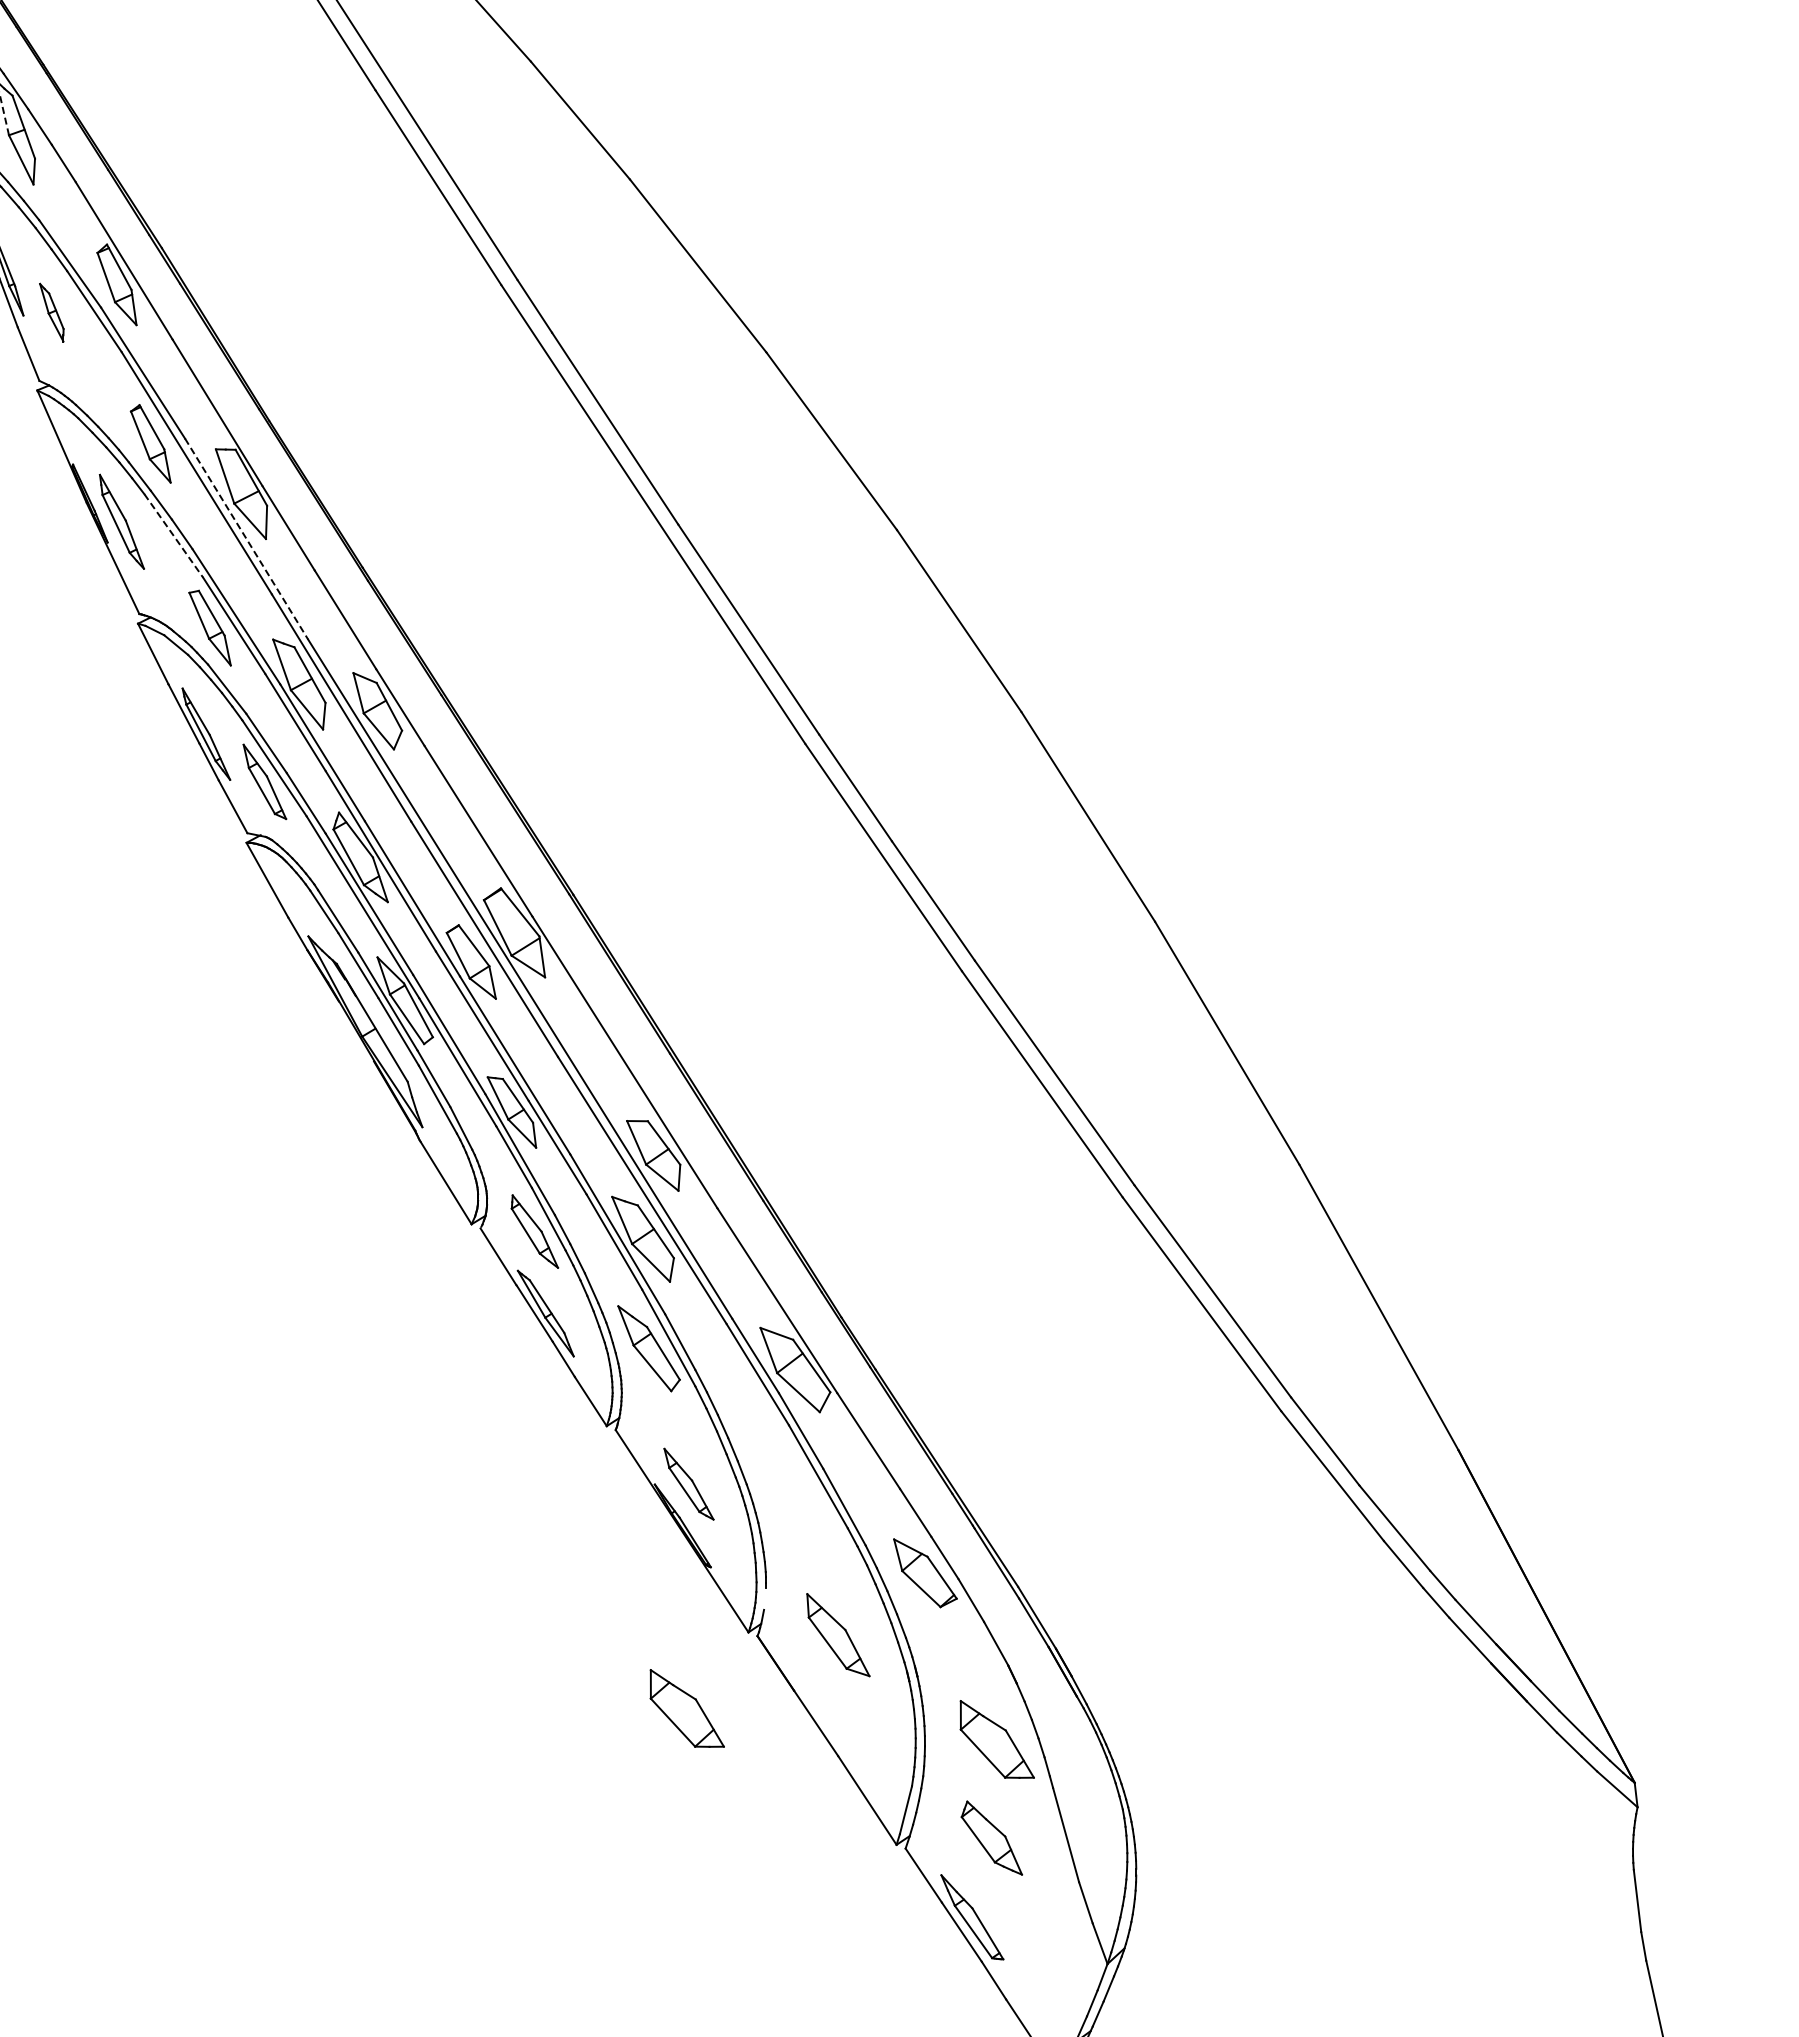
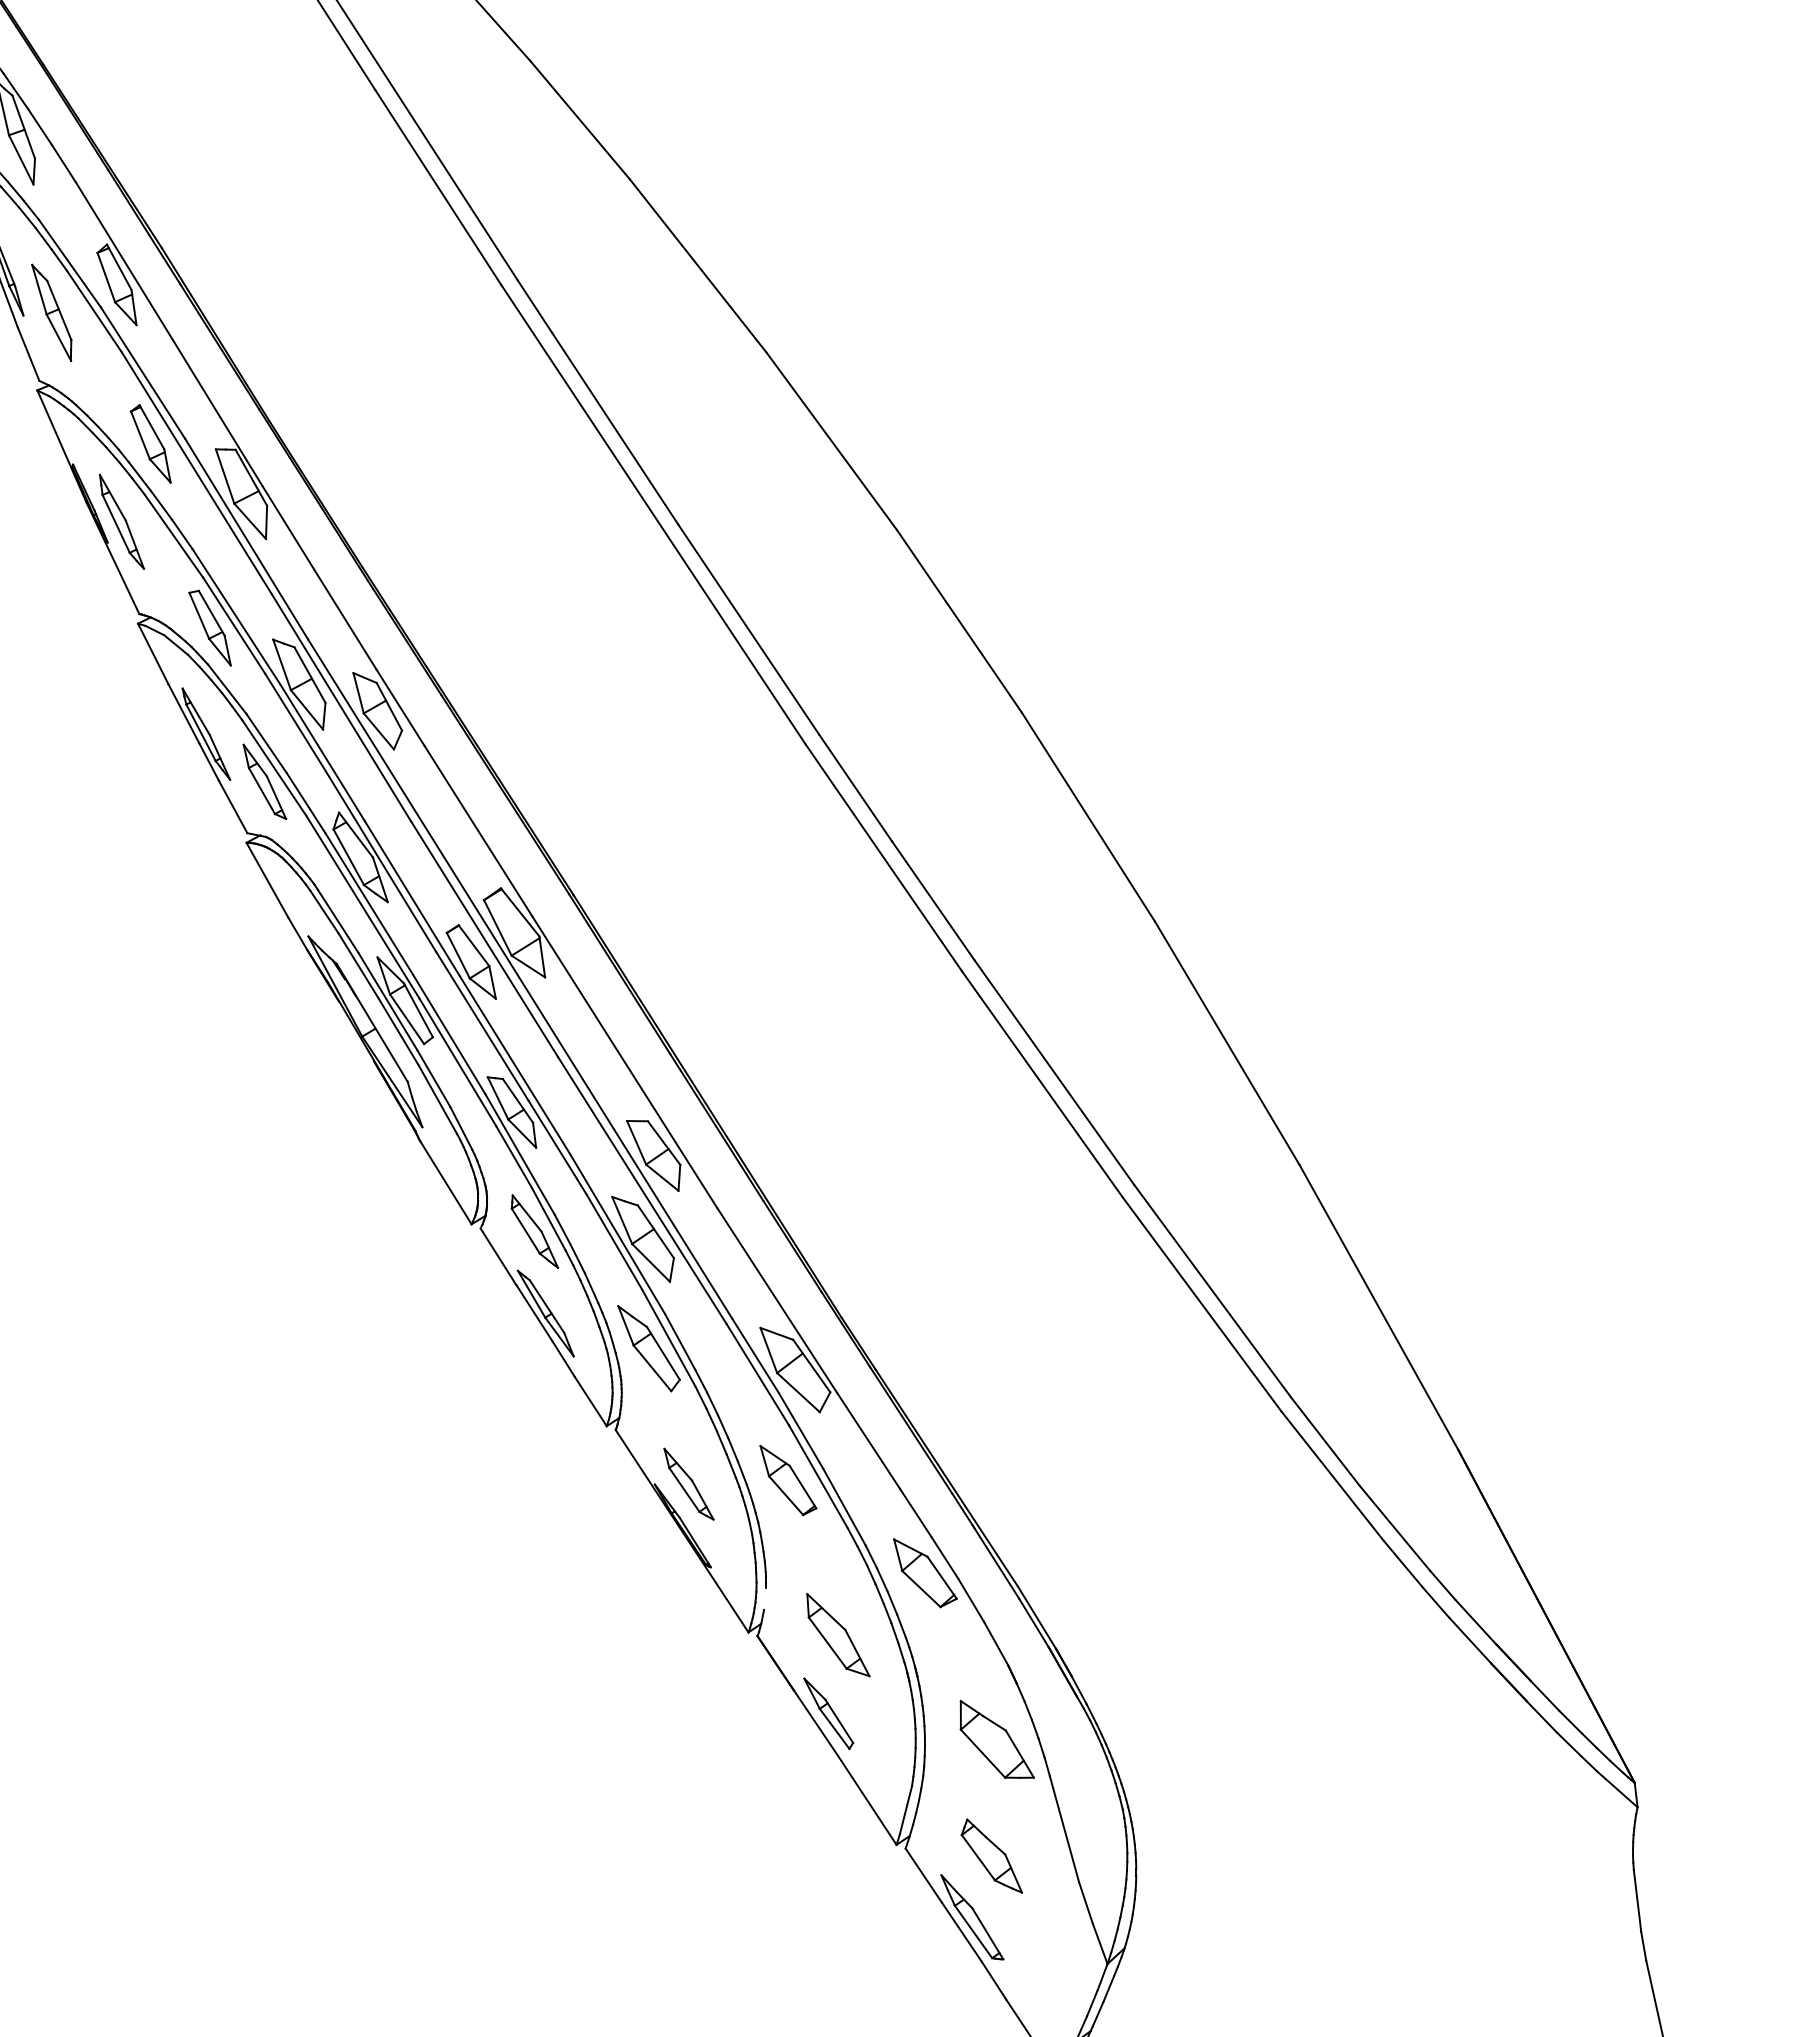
line at (4, 115): dashed -> solid
part at (51, 312) size: 26x61 px -> 42x99 px
line at (174, 536): dashed -> solid
line at (246, 539): dashed -> solid
part at (788, 1480): none -> present
part at (686, 1708): present -> none
part at (828, 1713): none -> present
part at (991, 1837) position: (991, 1837) -> (991, 1855)
